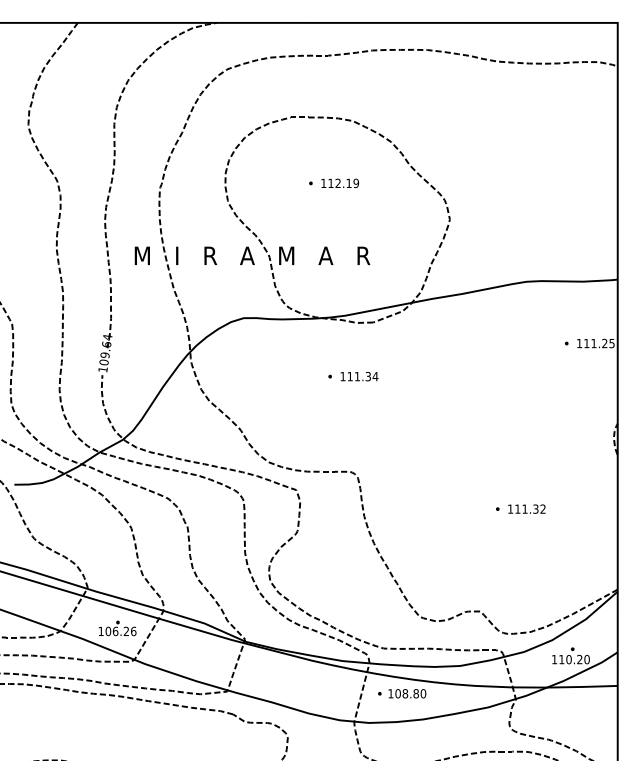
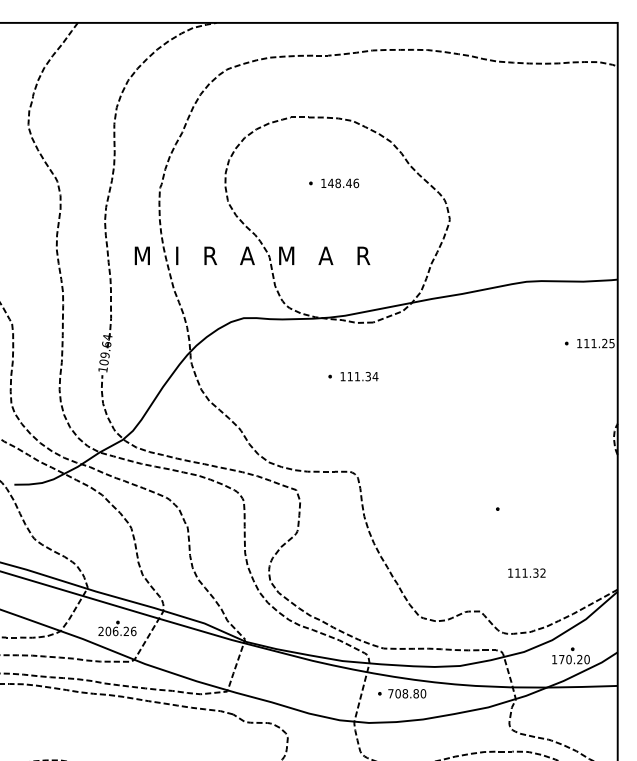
text at (343, 183): 112.19 -> 148.46
text at (526, 508) position: (526, 508) -> (526, 572)
text at (100, 630): 106.26 -> 206.26
text at (561, 659): 110.20 -> 170.20
text at (390, 693): 108.80 -> 708.80
